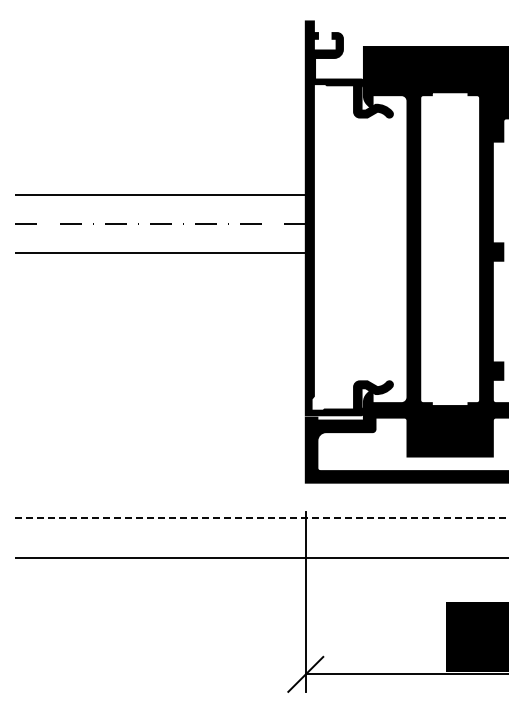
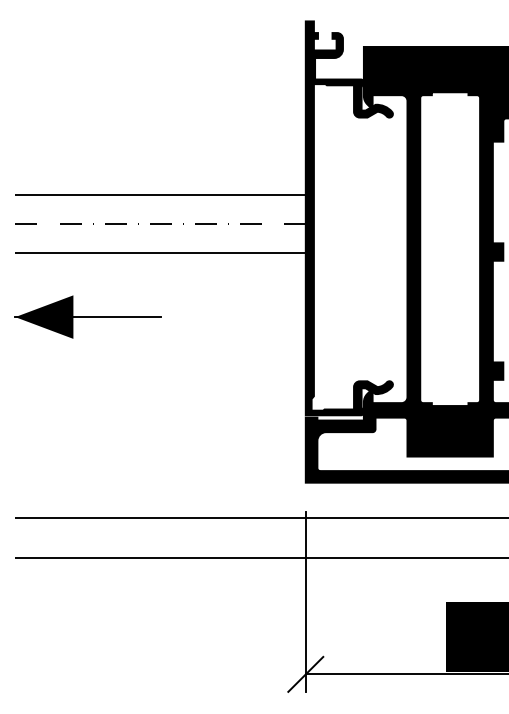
part at (87, 316): none -> present
line at (262, 517): dashed -> solid
